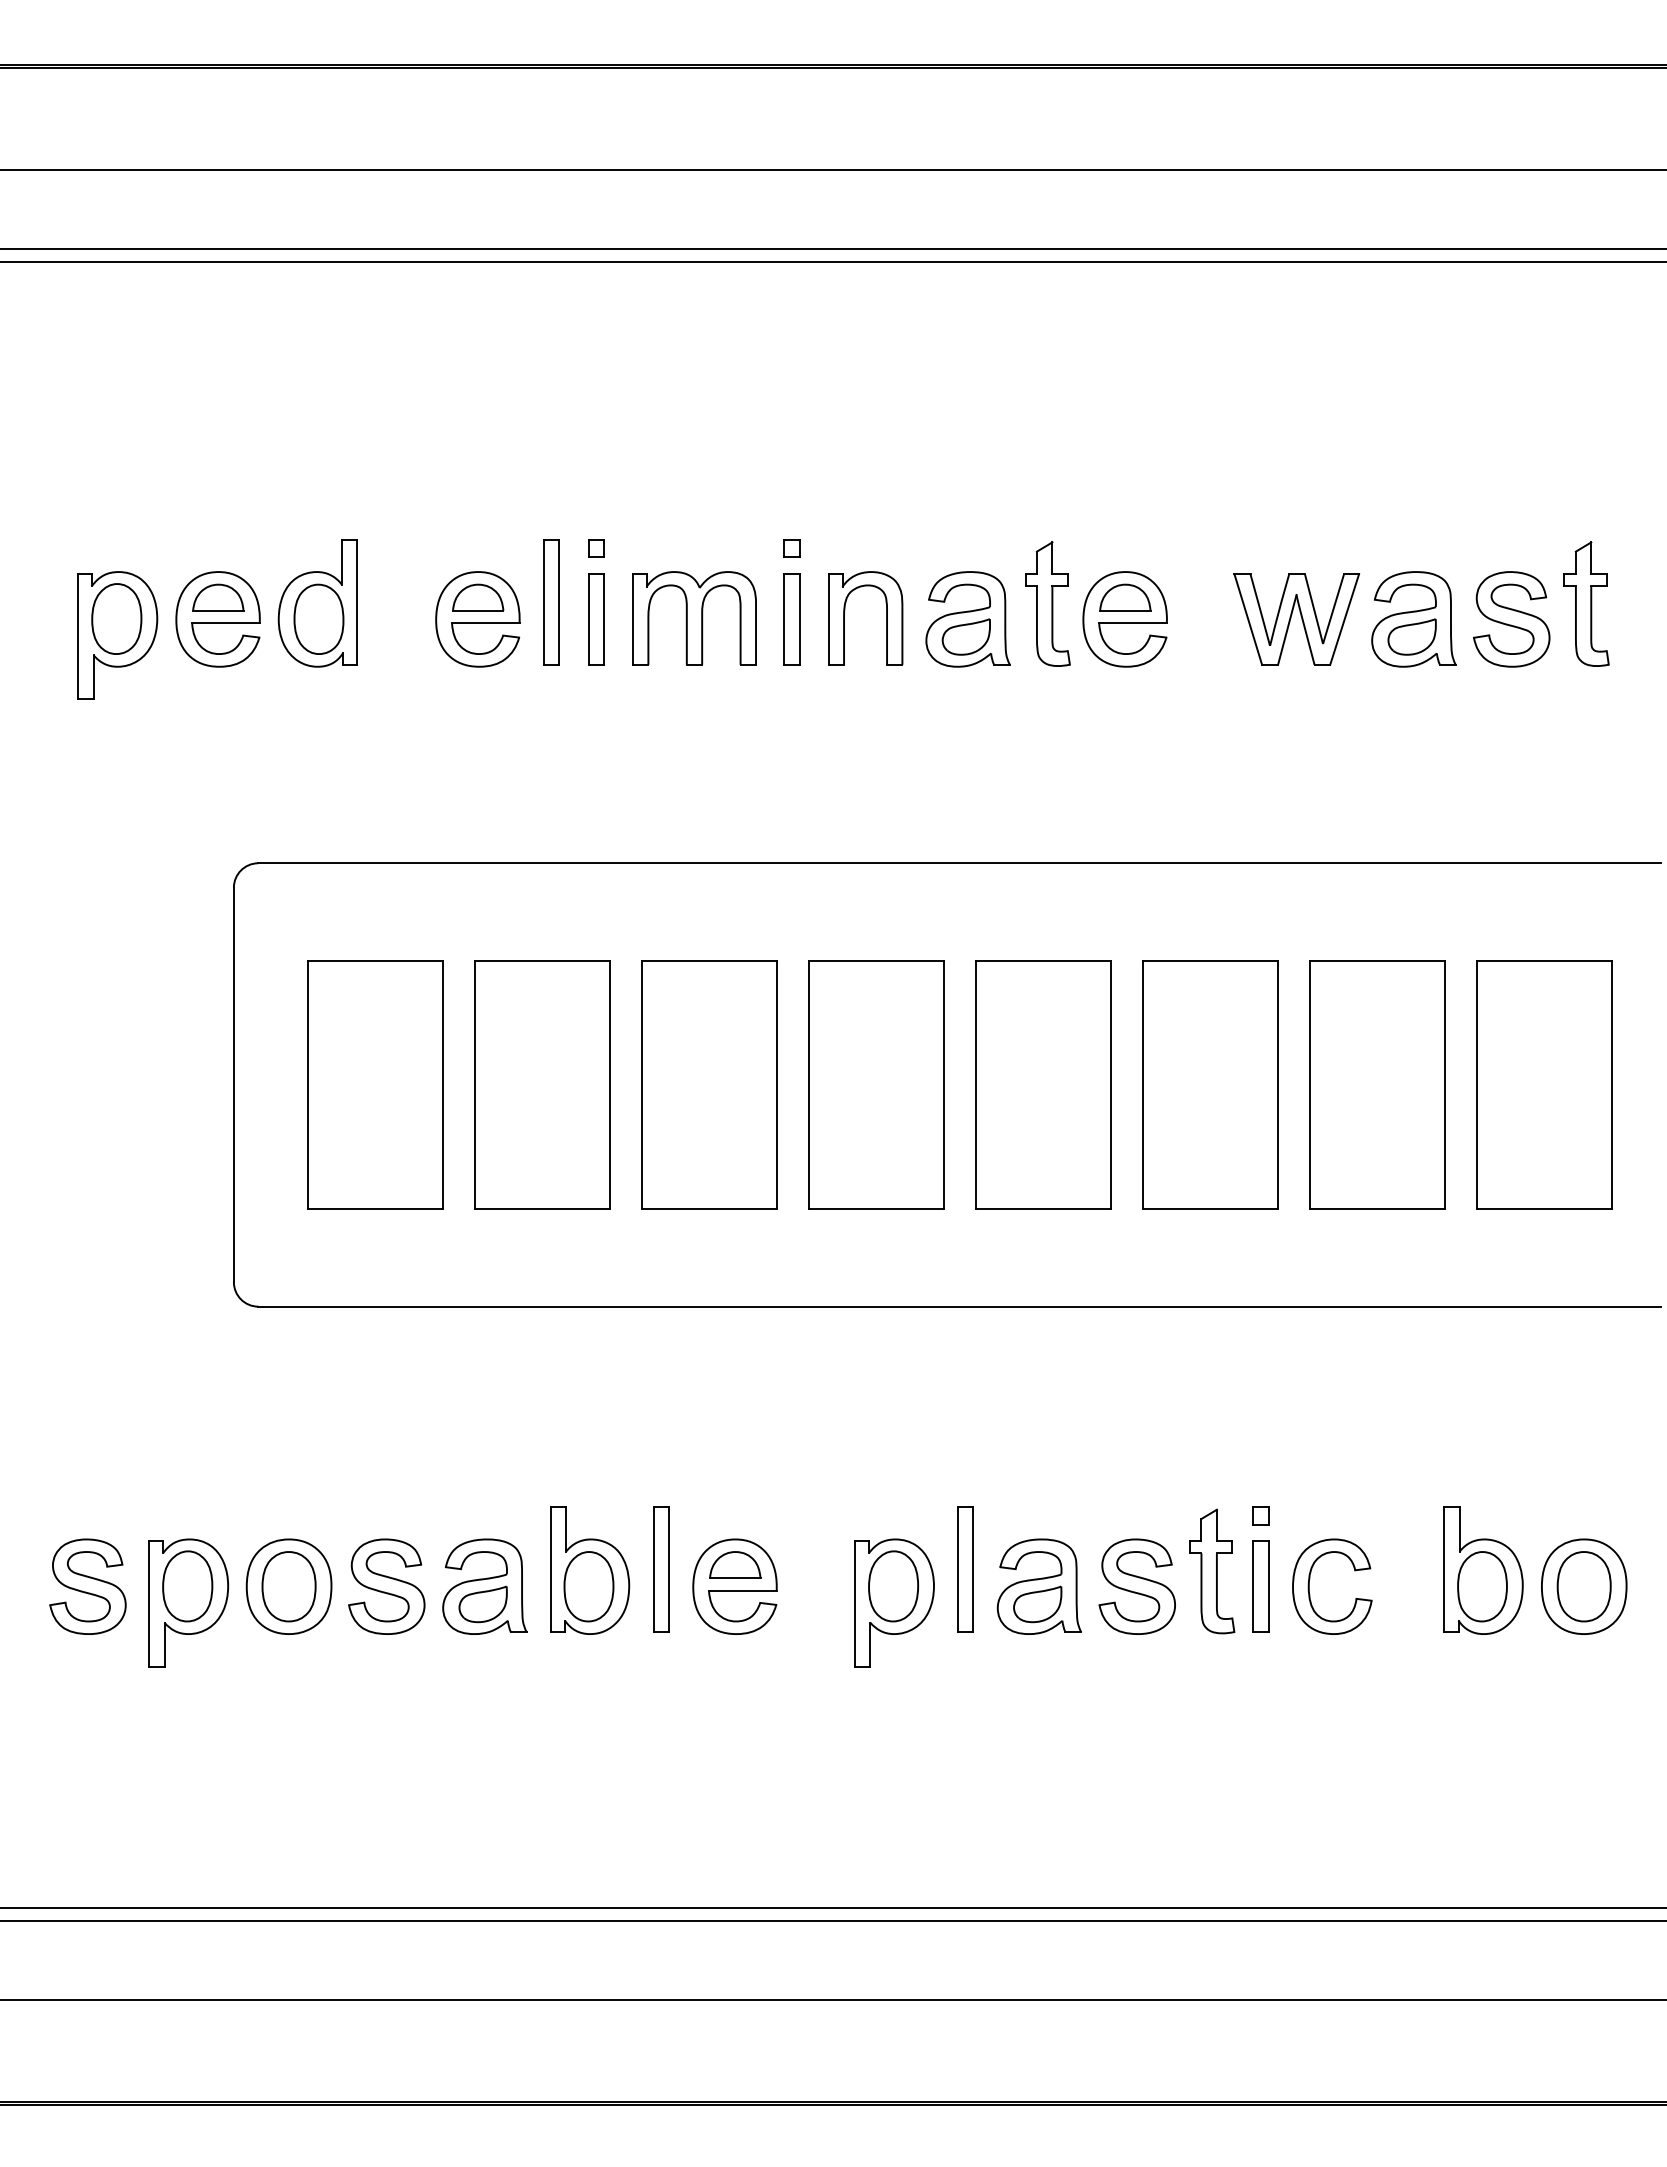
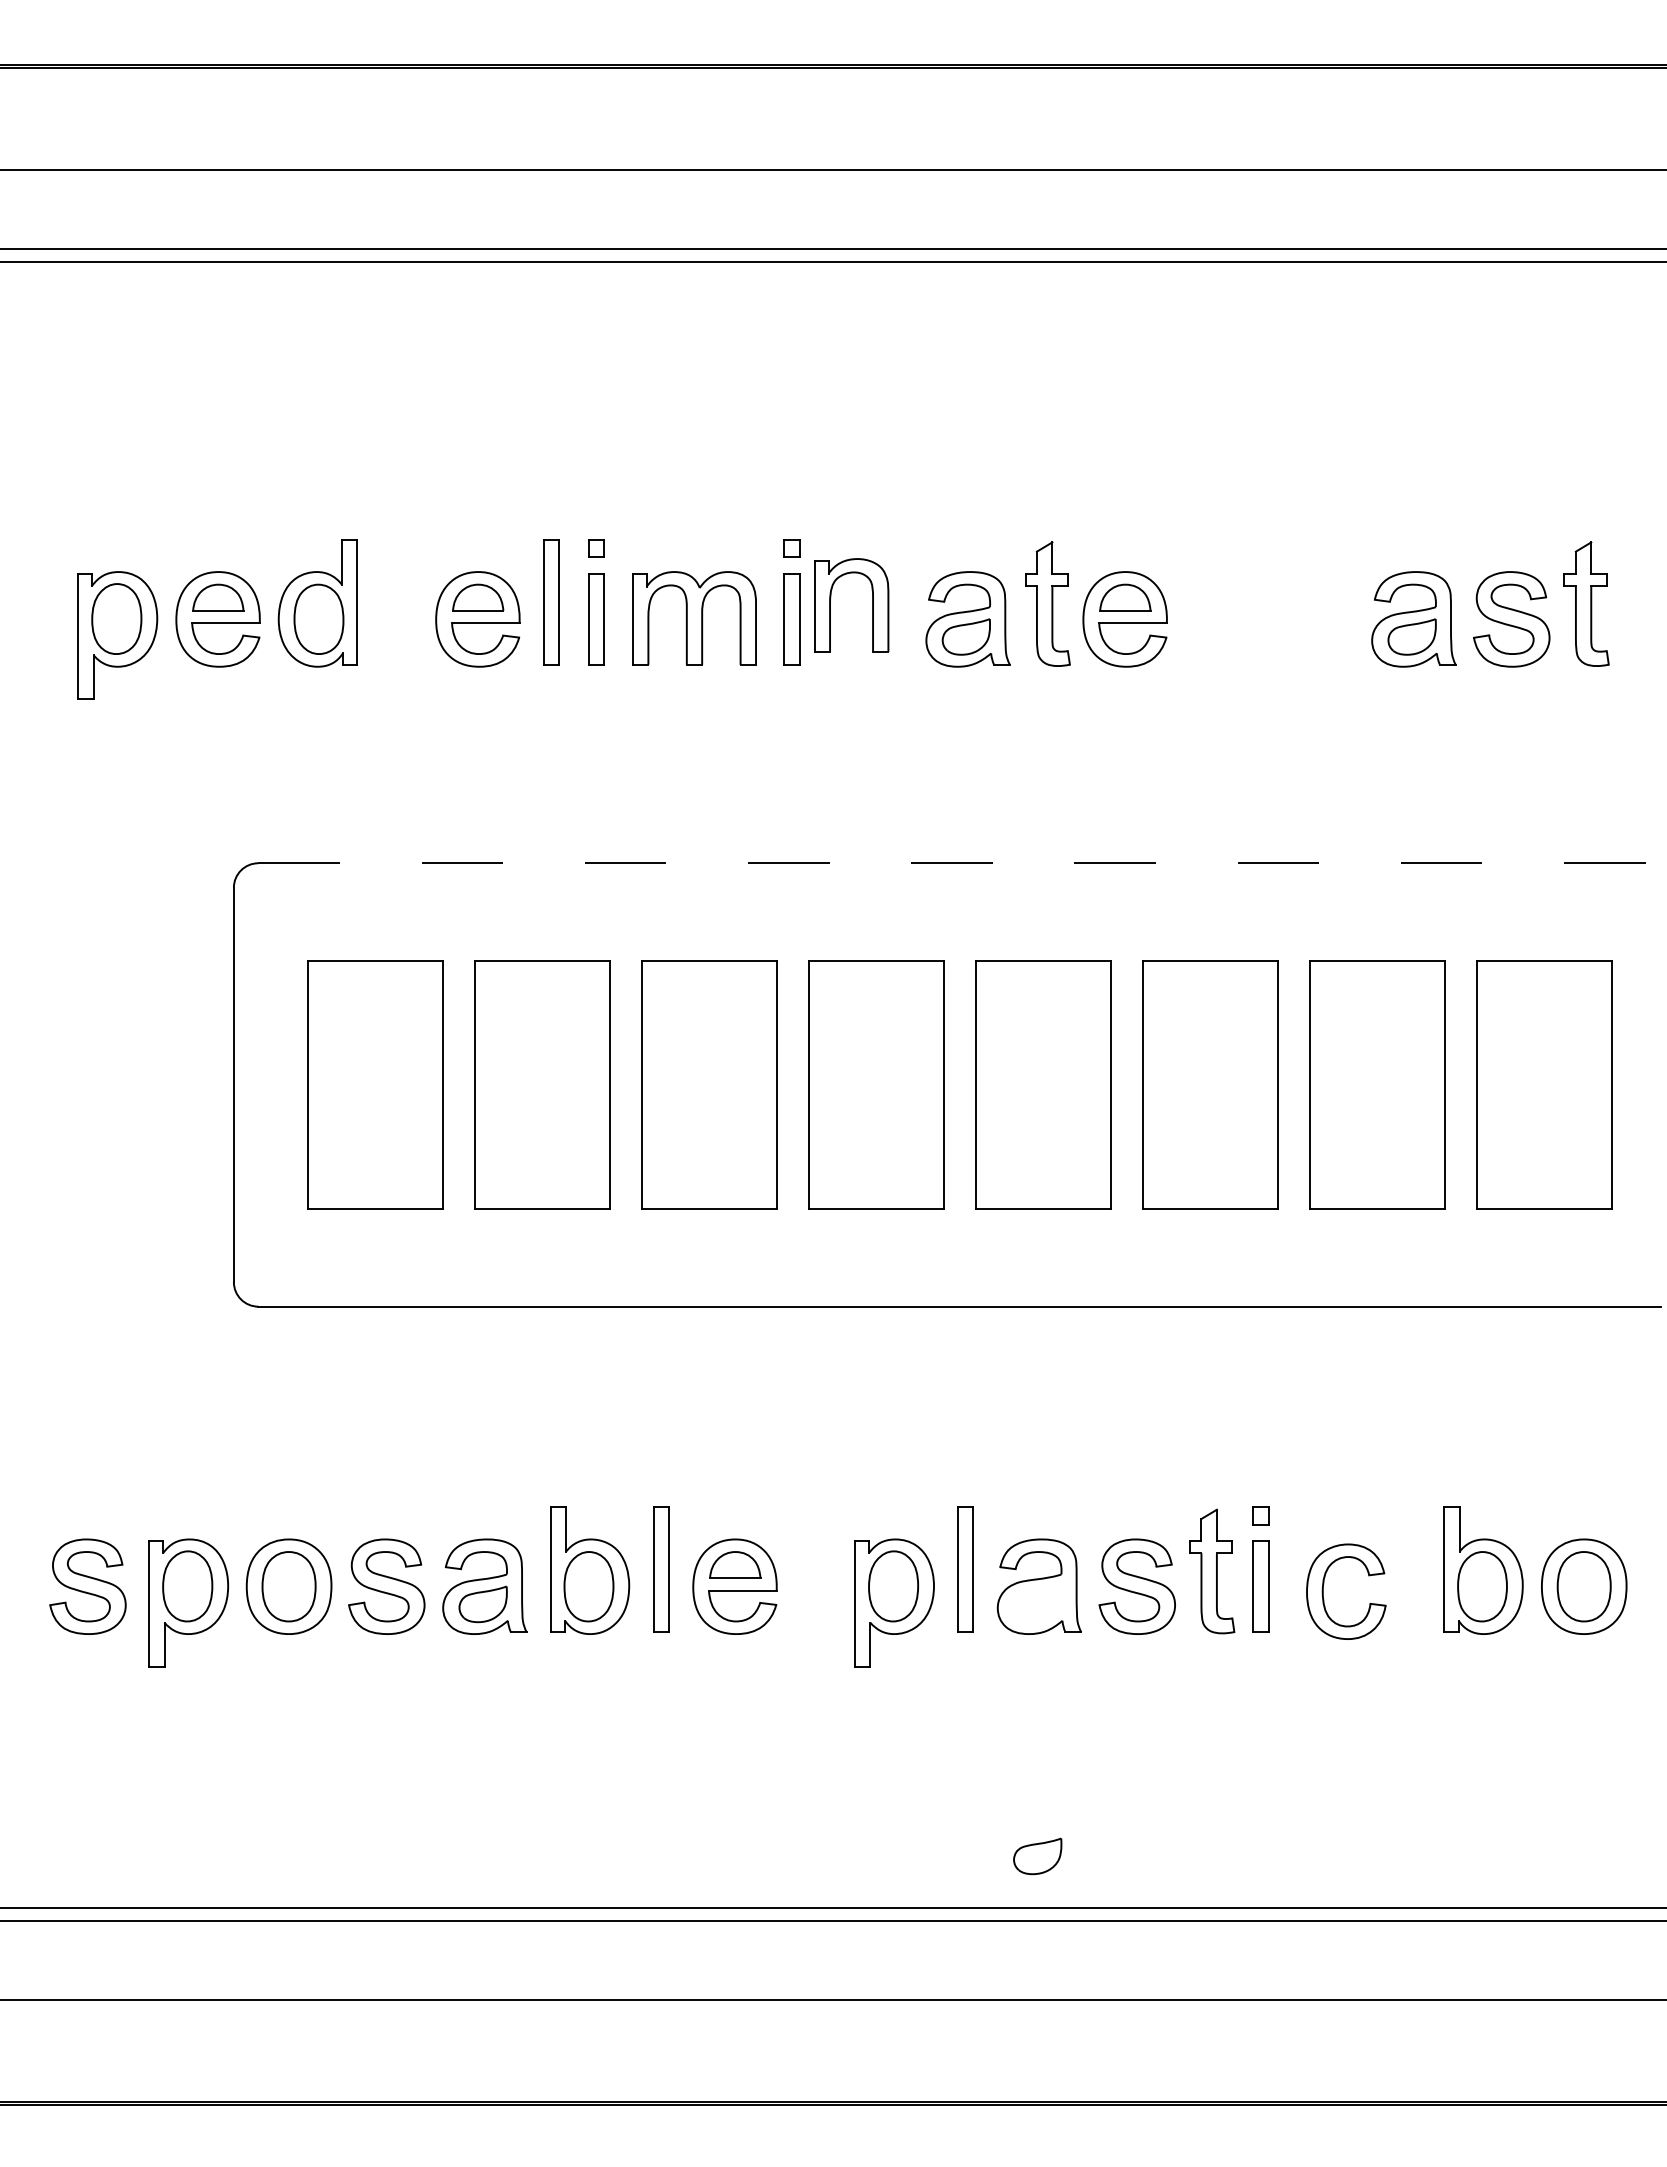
part at (844, 618) position: (844, 618) -> (830, 605)
part at (1296, 619): present -> none
line at (959, 863): solid -> dashed
part at (1309, 1586) position: (1309, 1586) -> (1323, 1591)
part at (1037, 1604) position: (1037, 1604) -> (1037, 1856)
